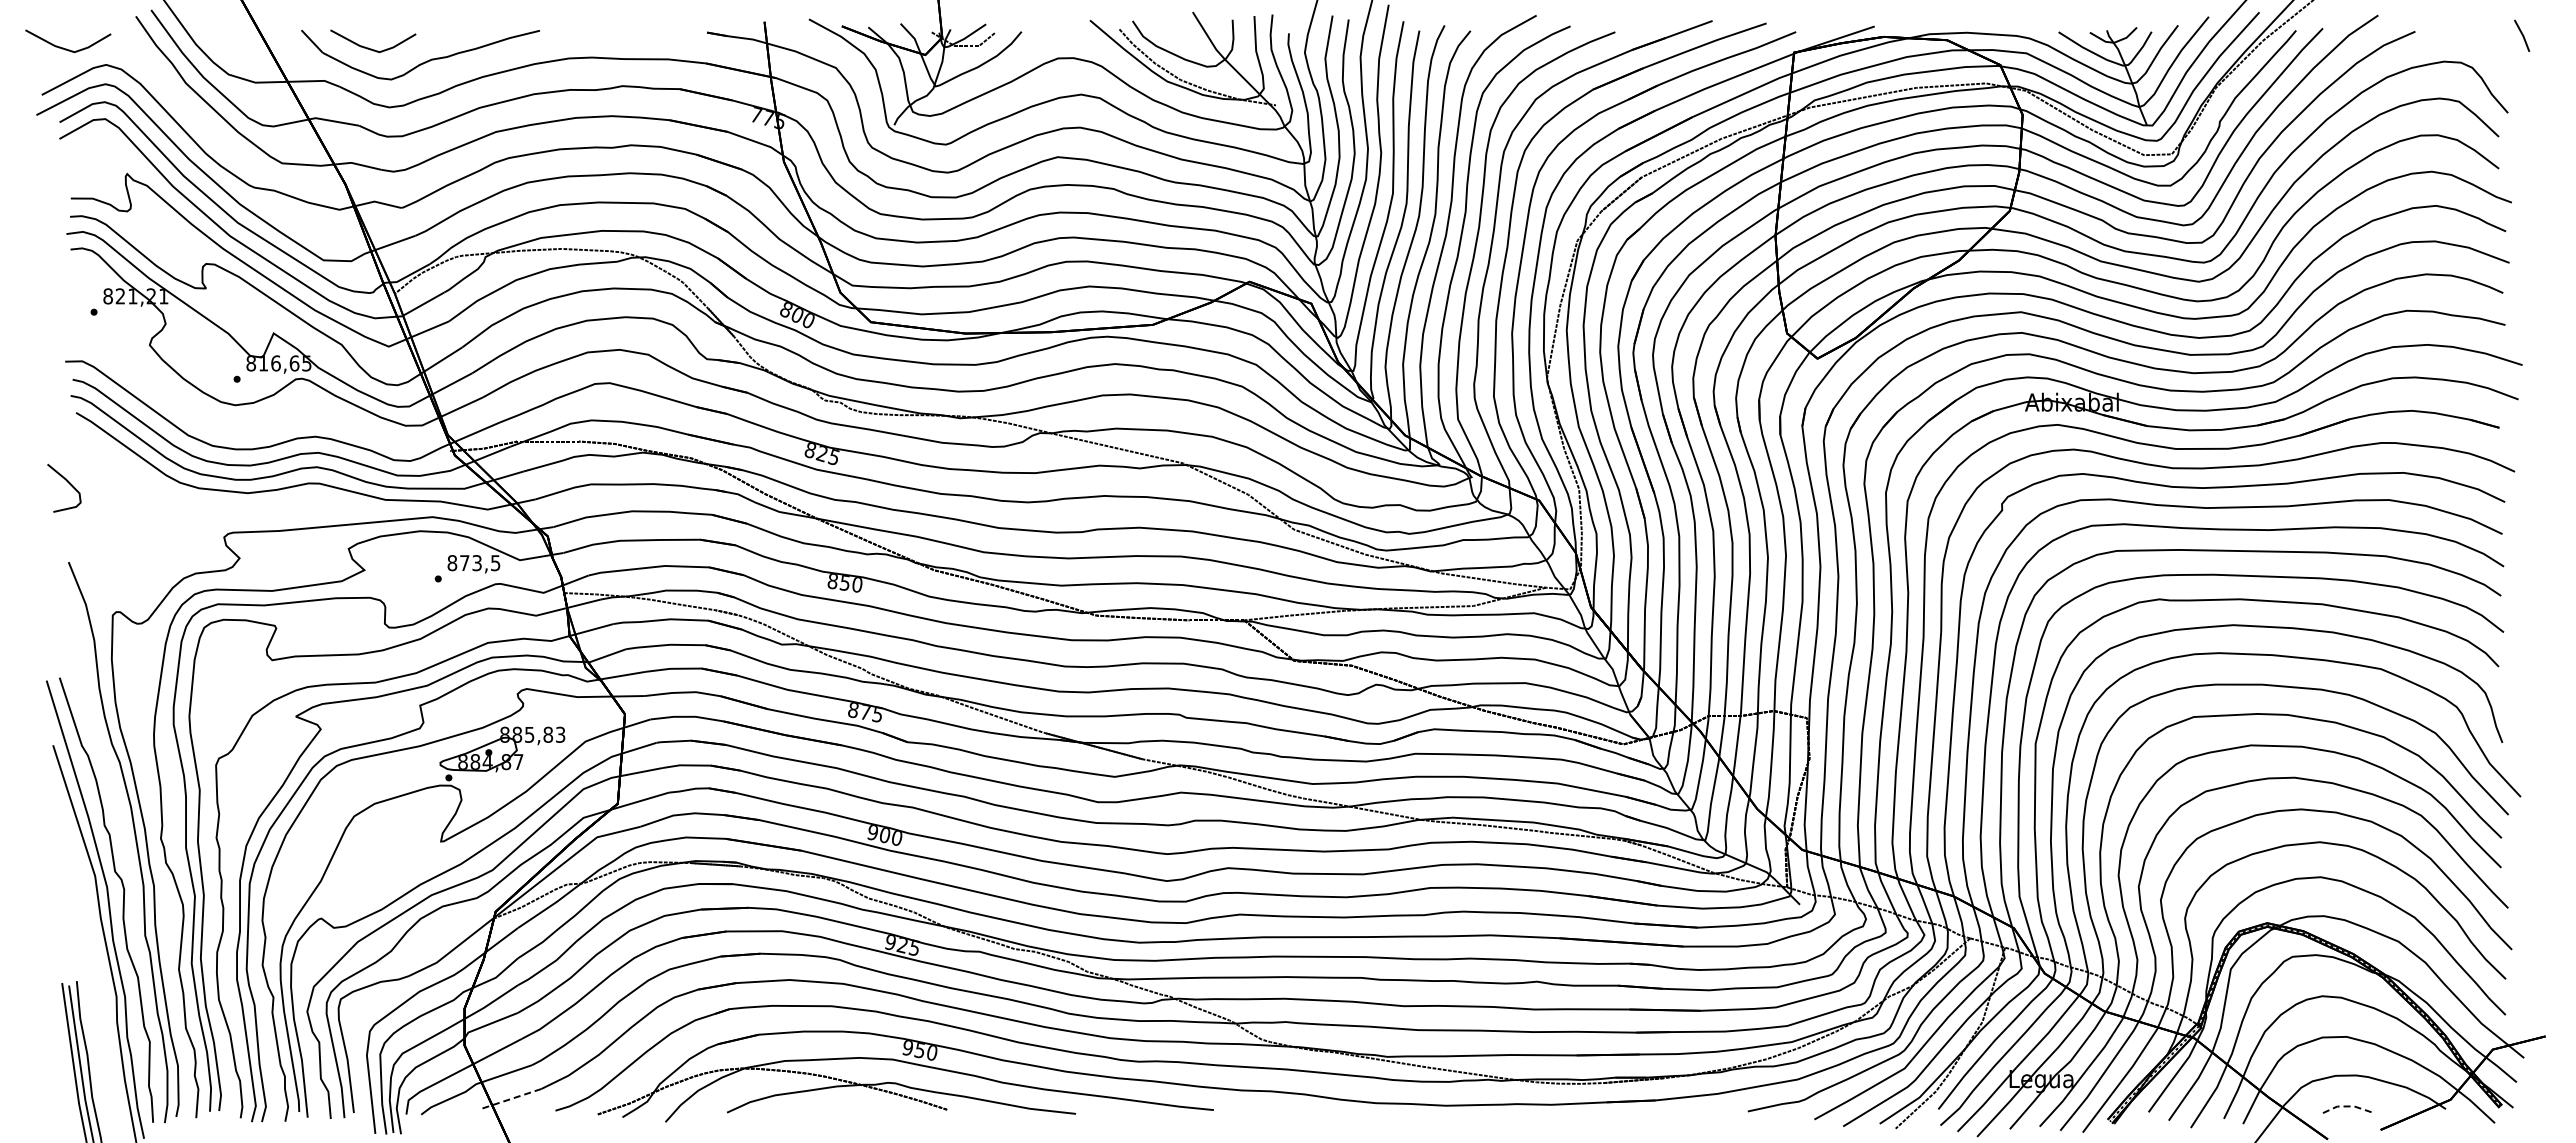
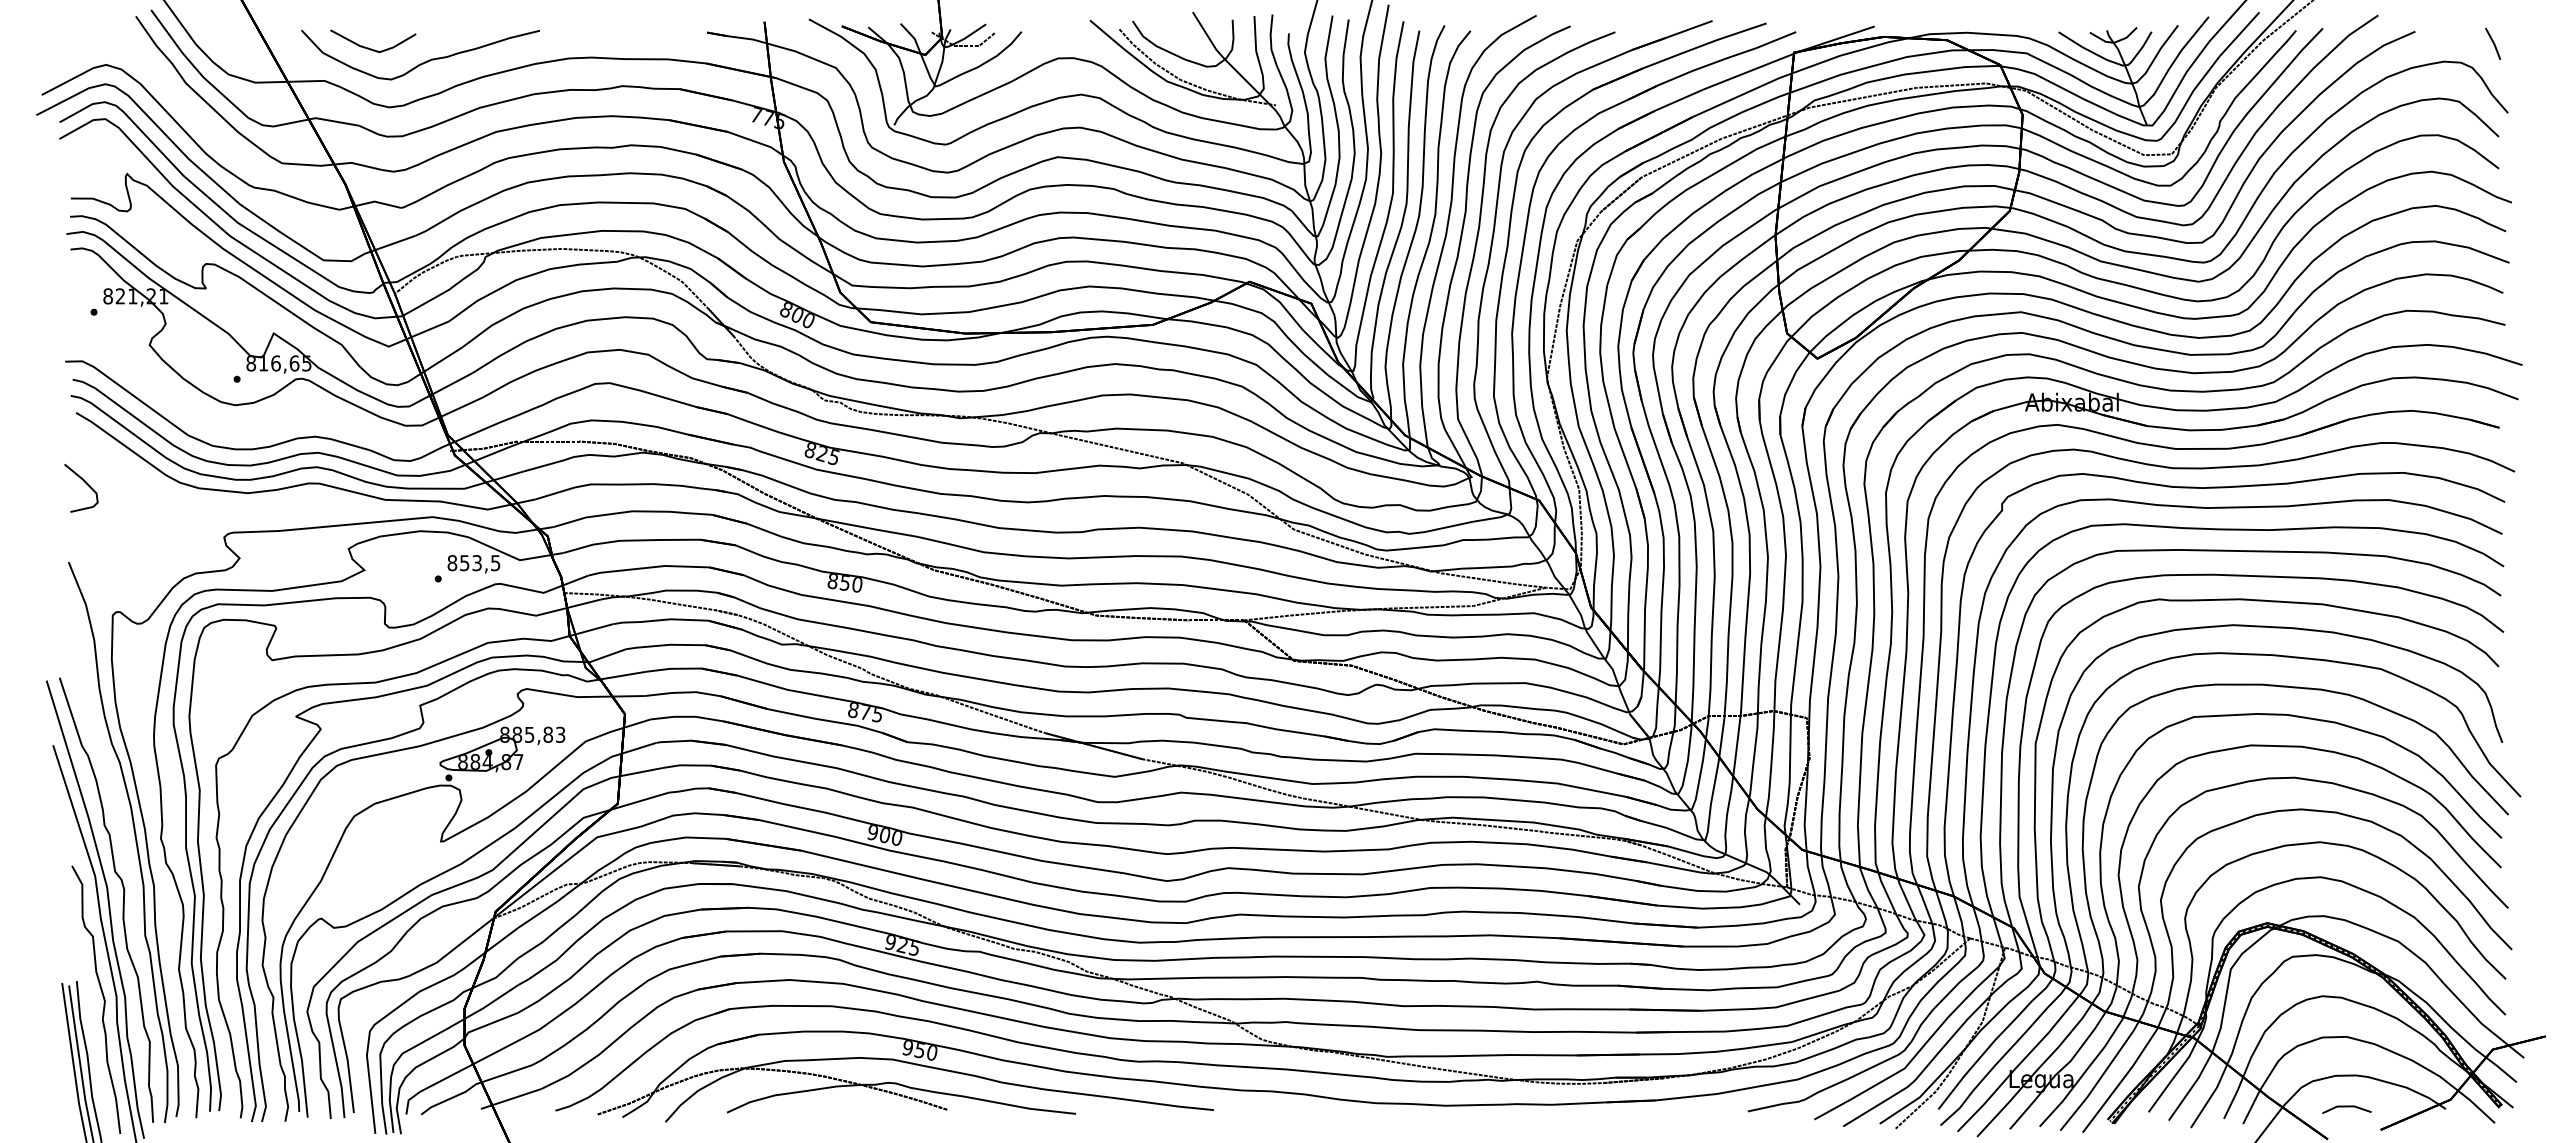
line at (2522, 35) position: (2522, 35) -> (2493, 43)
line at (66, 48): present -> none
curve at (68, 483) position: (68, 483) -> (85, 483)
text at (464, 563): 873,5 -> 853,5
curve at (102, 997): none -> present
line at (511, 1099): dashed -> solid
line at (2346, 1106): dashed -> solid
